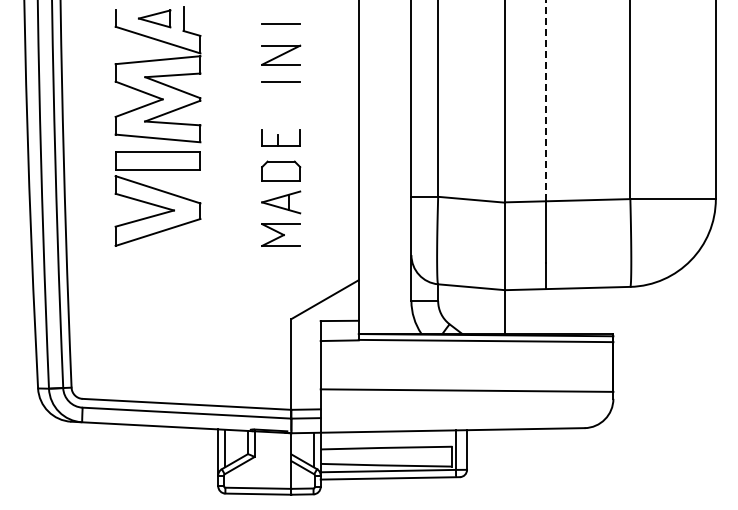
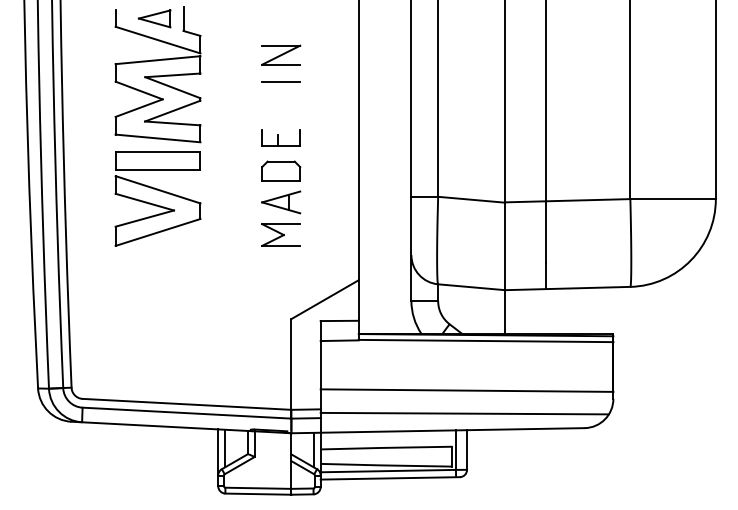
line at (280, 23): present -> none
line at (546, 100): dashed -> solid
line at (464, 413): none -> present
